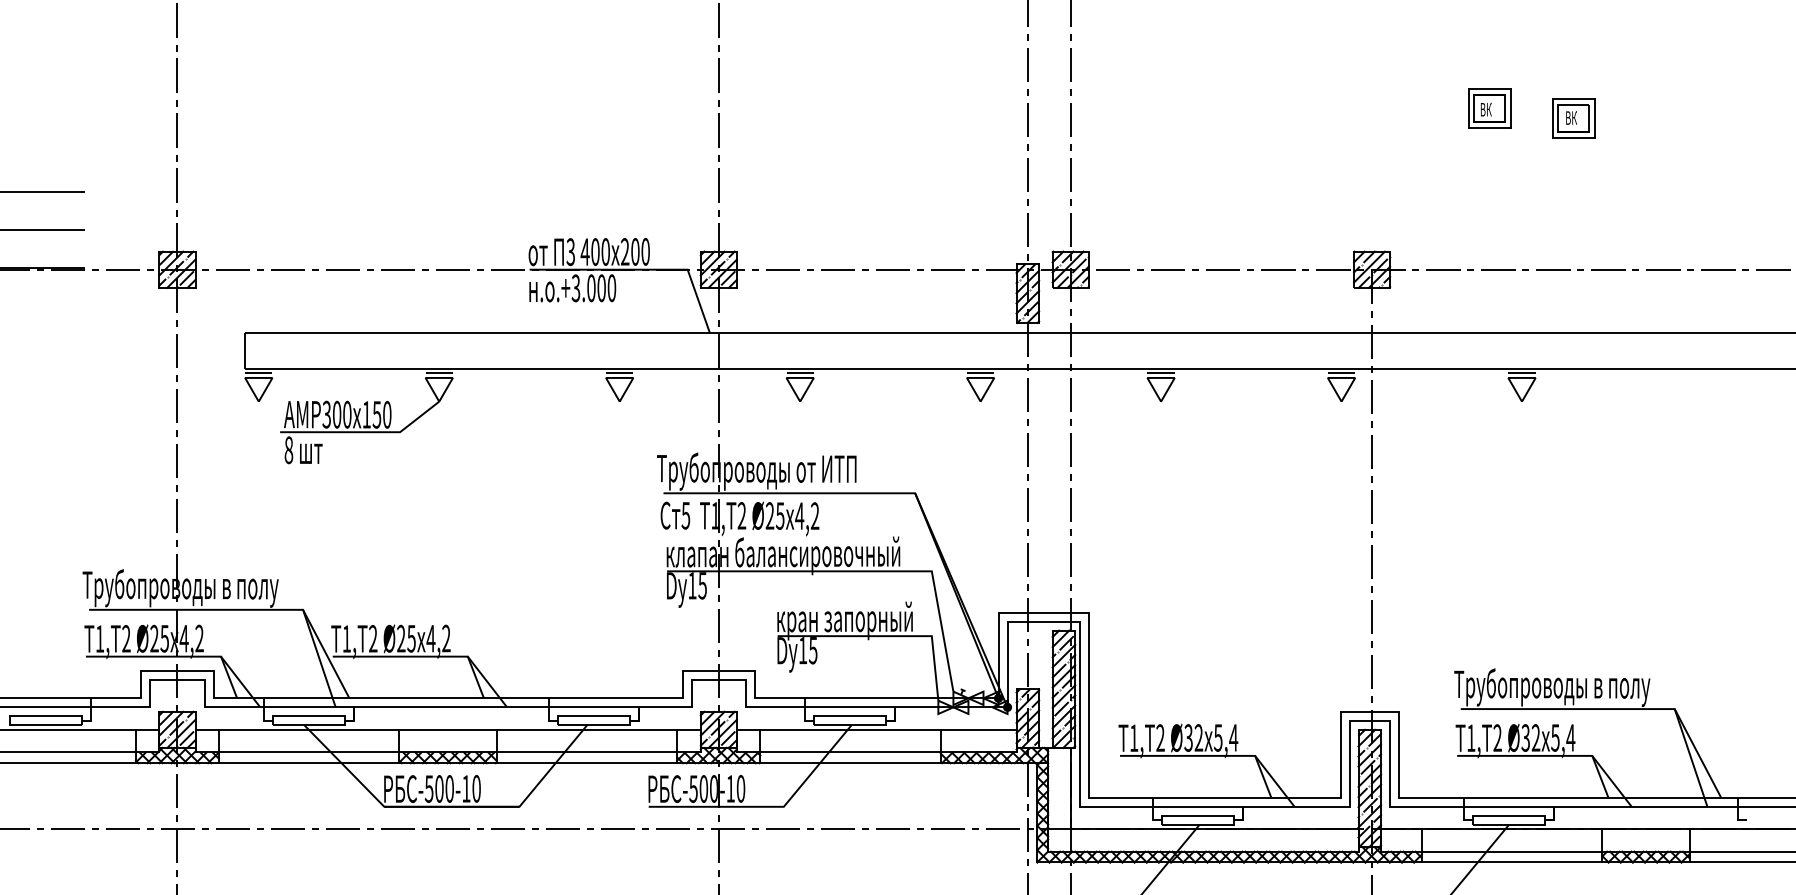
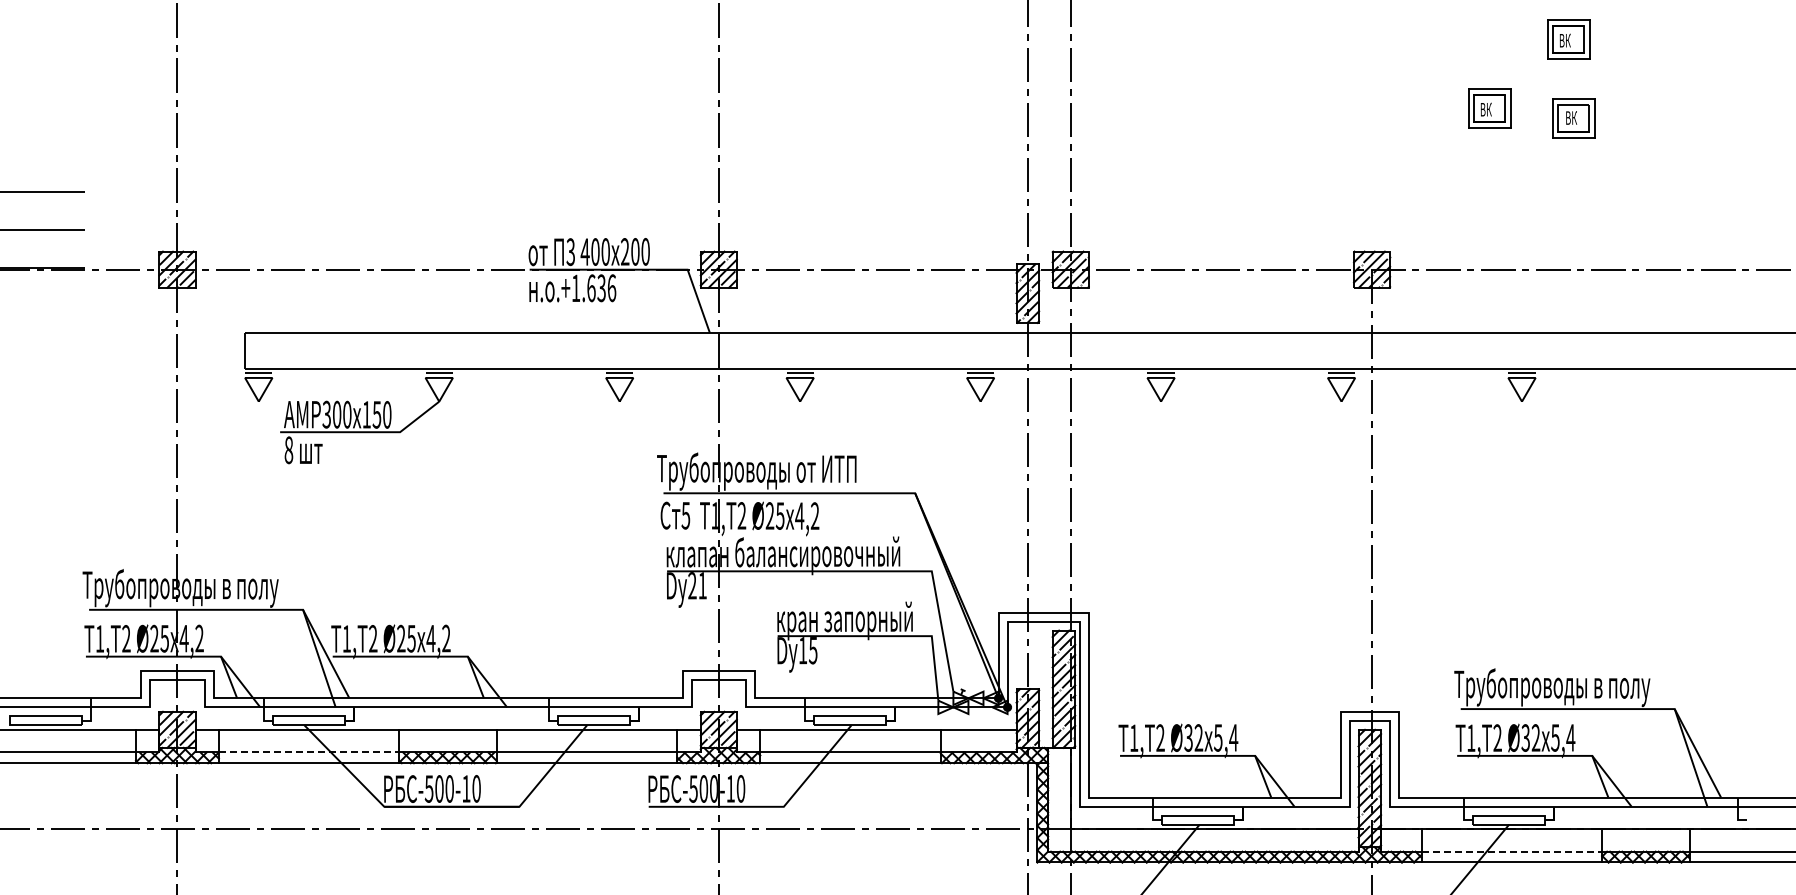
part at (1568, 39): none -> present
text at (593, 288): .+3.000 -> .+1.636
text at (697, 585): 15 -> 21
line at (309, 752): solid -> dashed
line at (1512, 851): solid -> dashed
